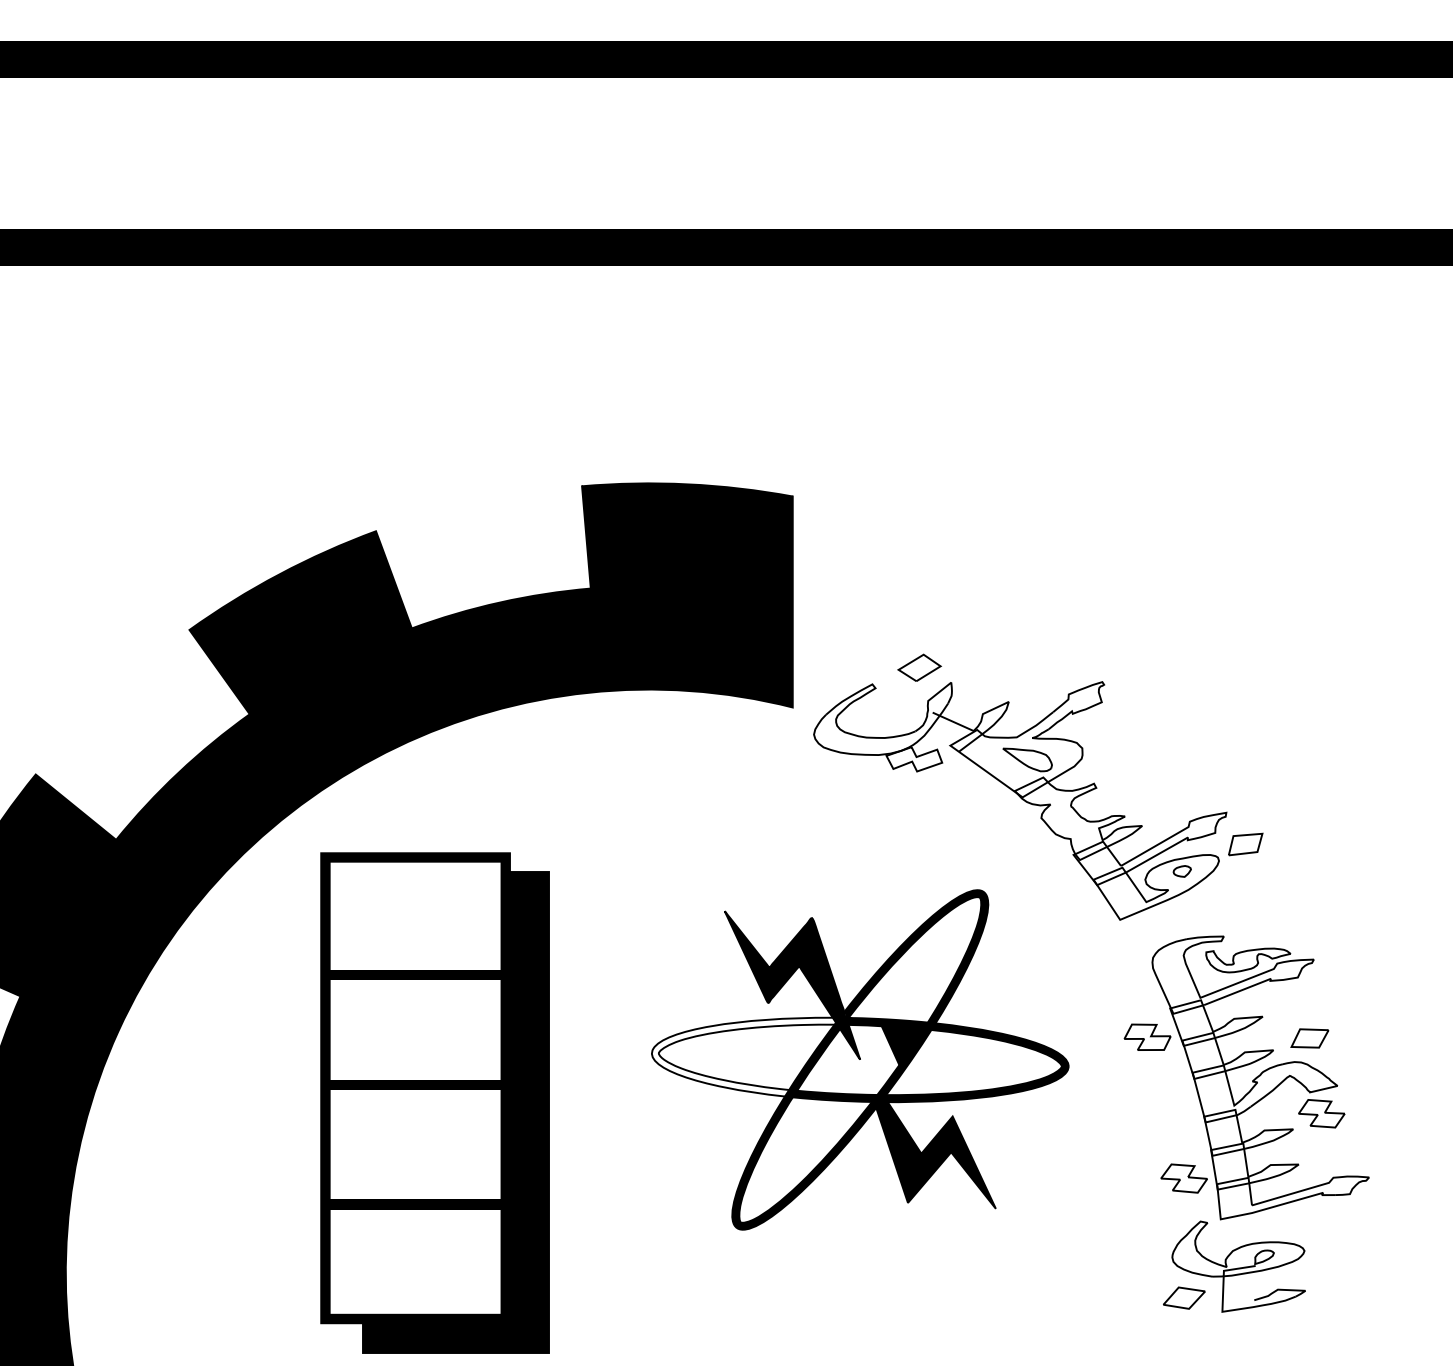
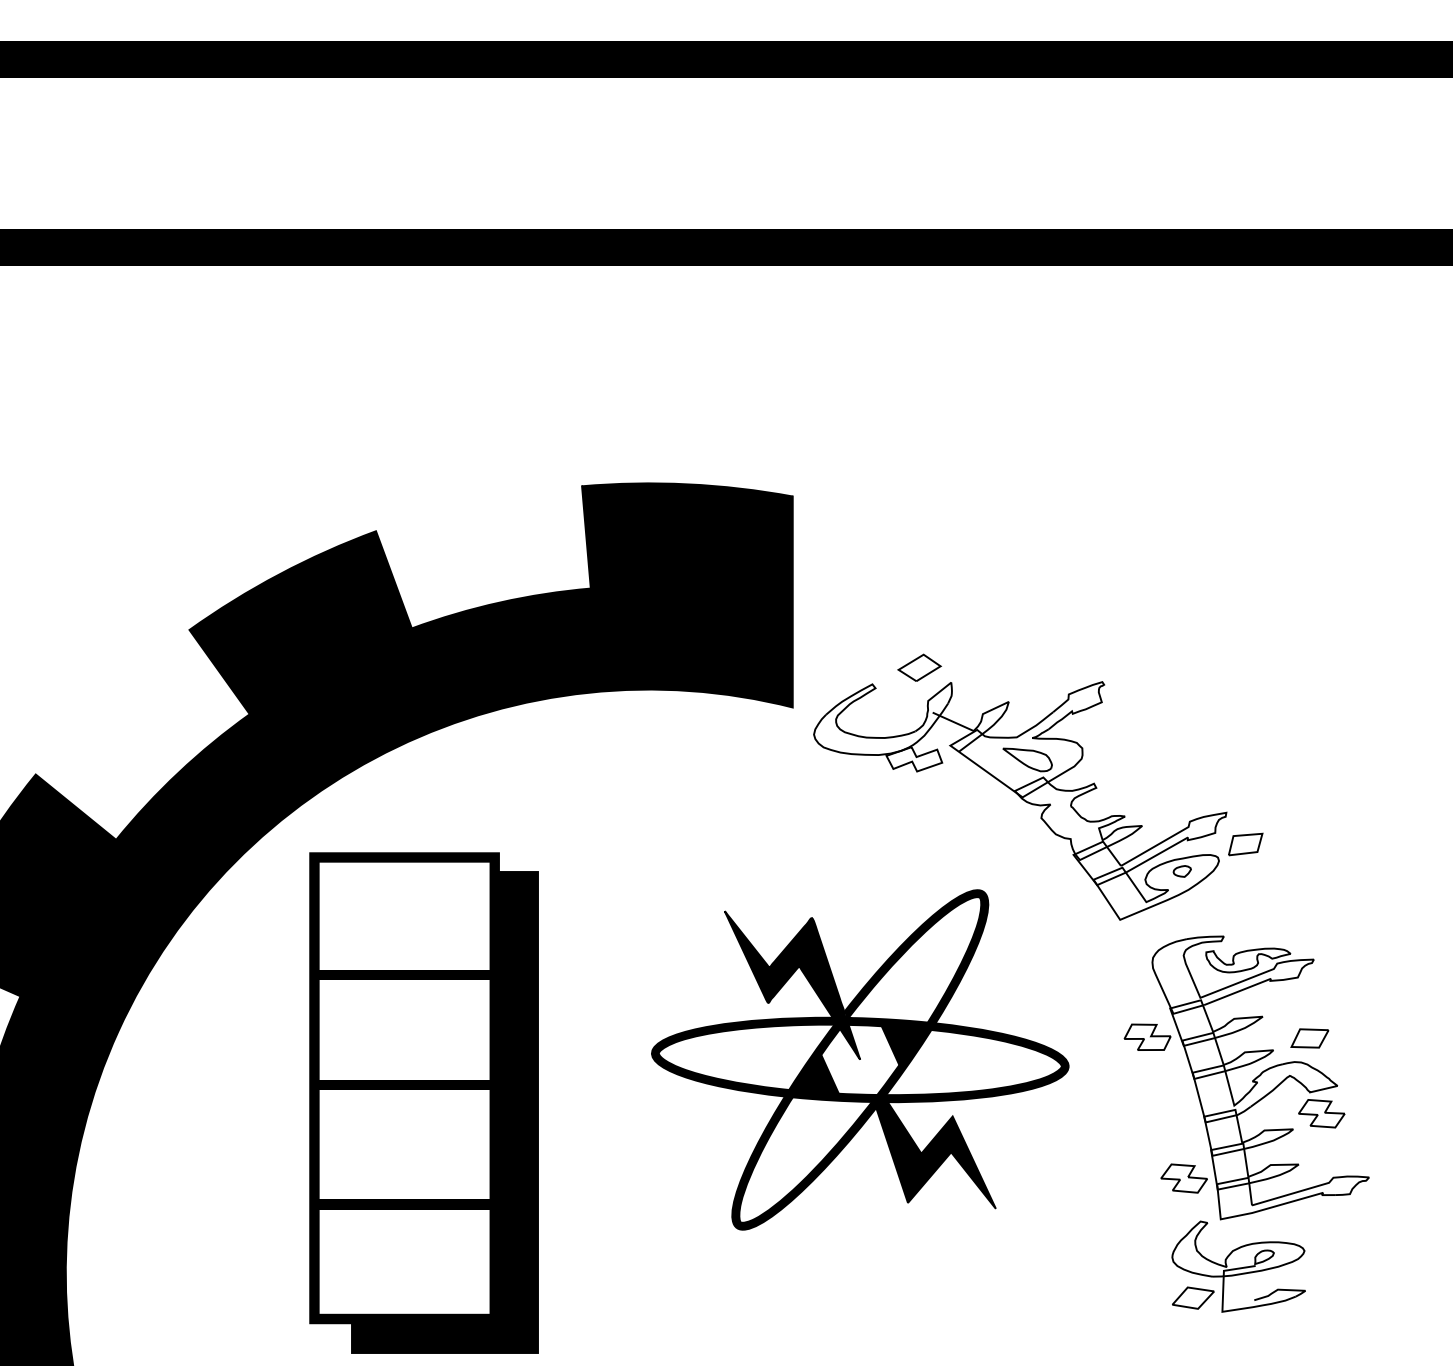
fill at (753, 1059): none -> present
part at (434, 1102) position: (434, 1102) -> (423, 1102)
part at (1184, 1297) position: (1184, 1297) -> (1193, 1297)
